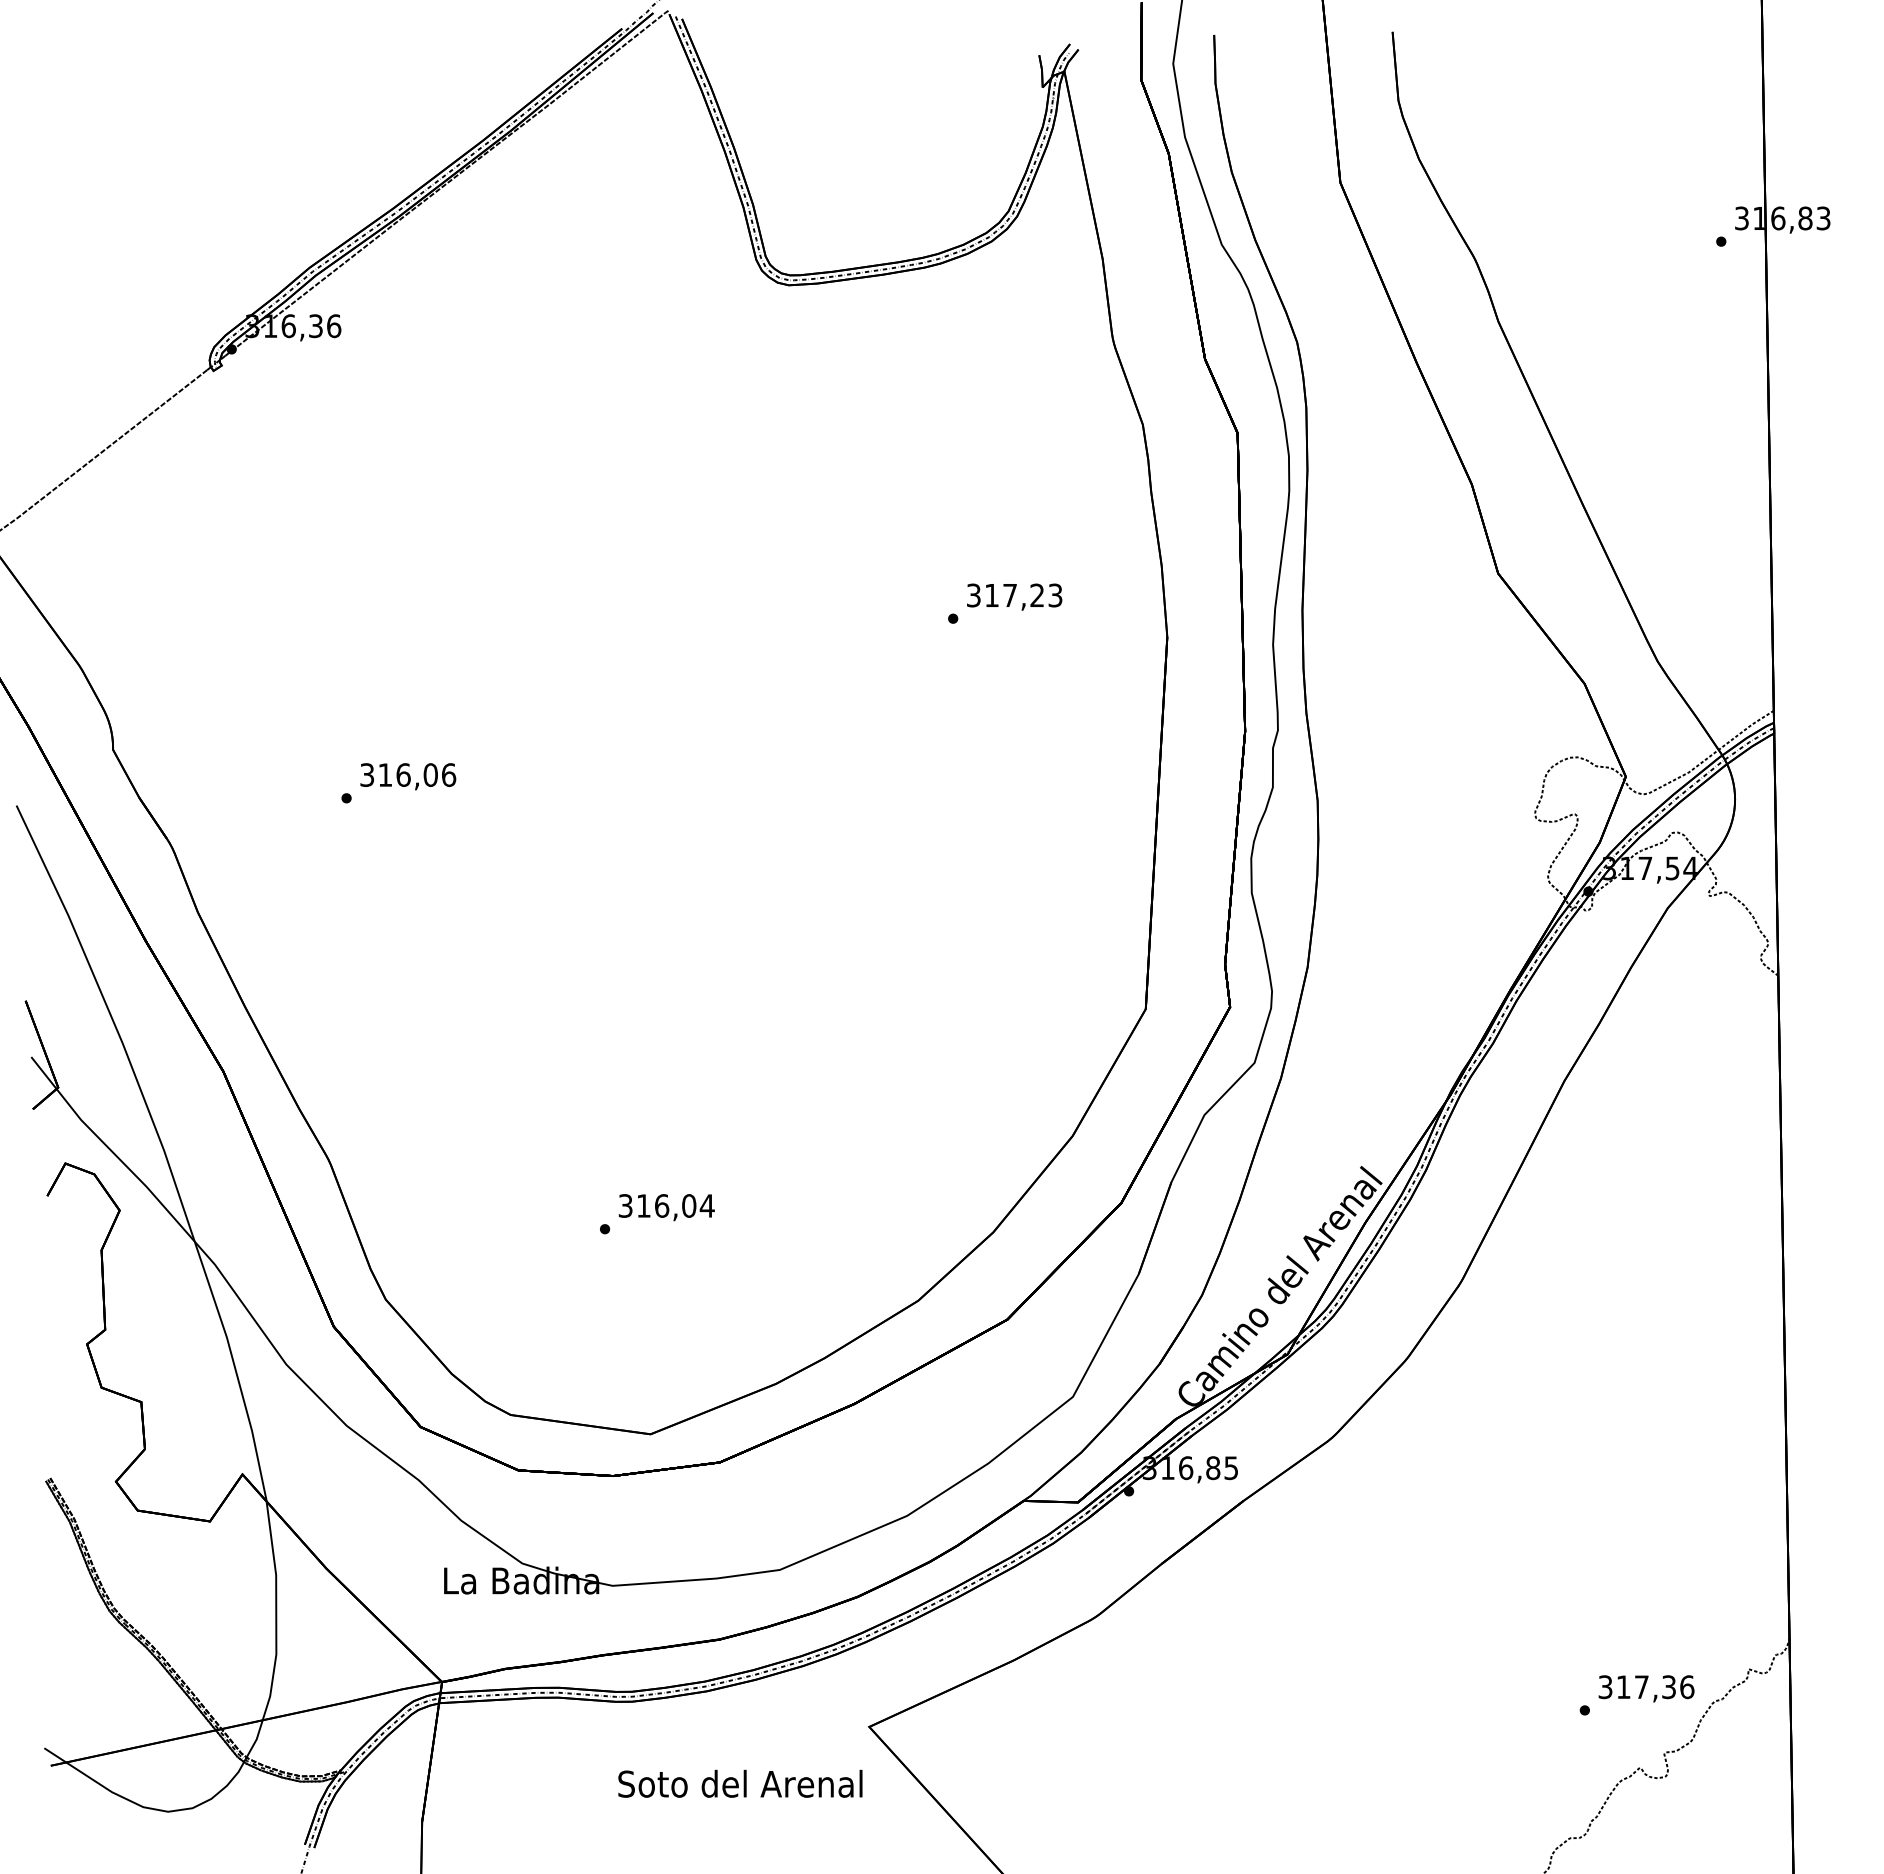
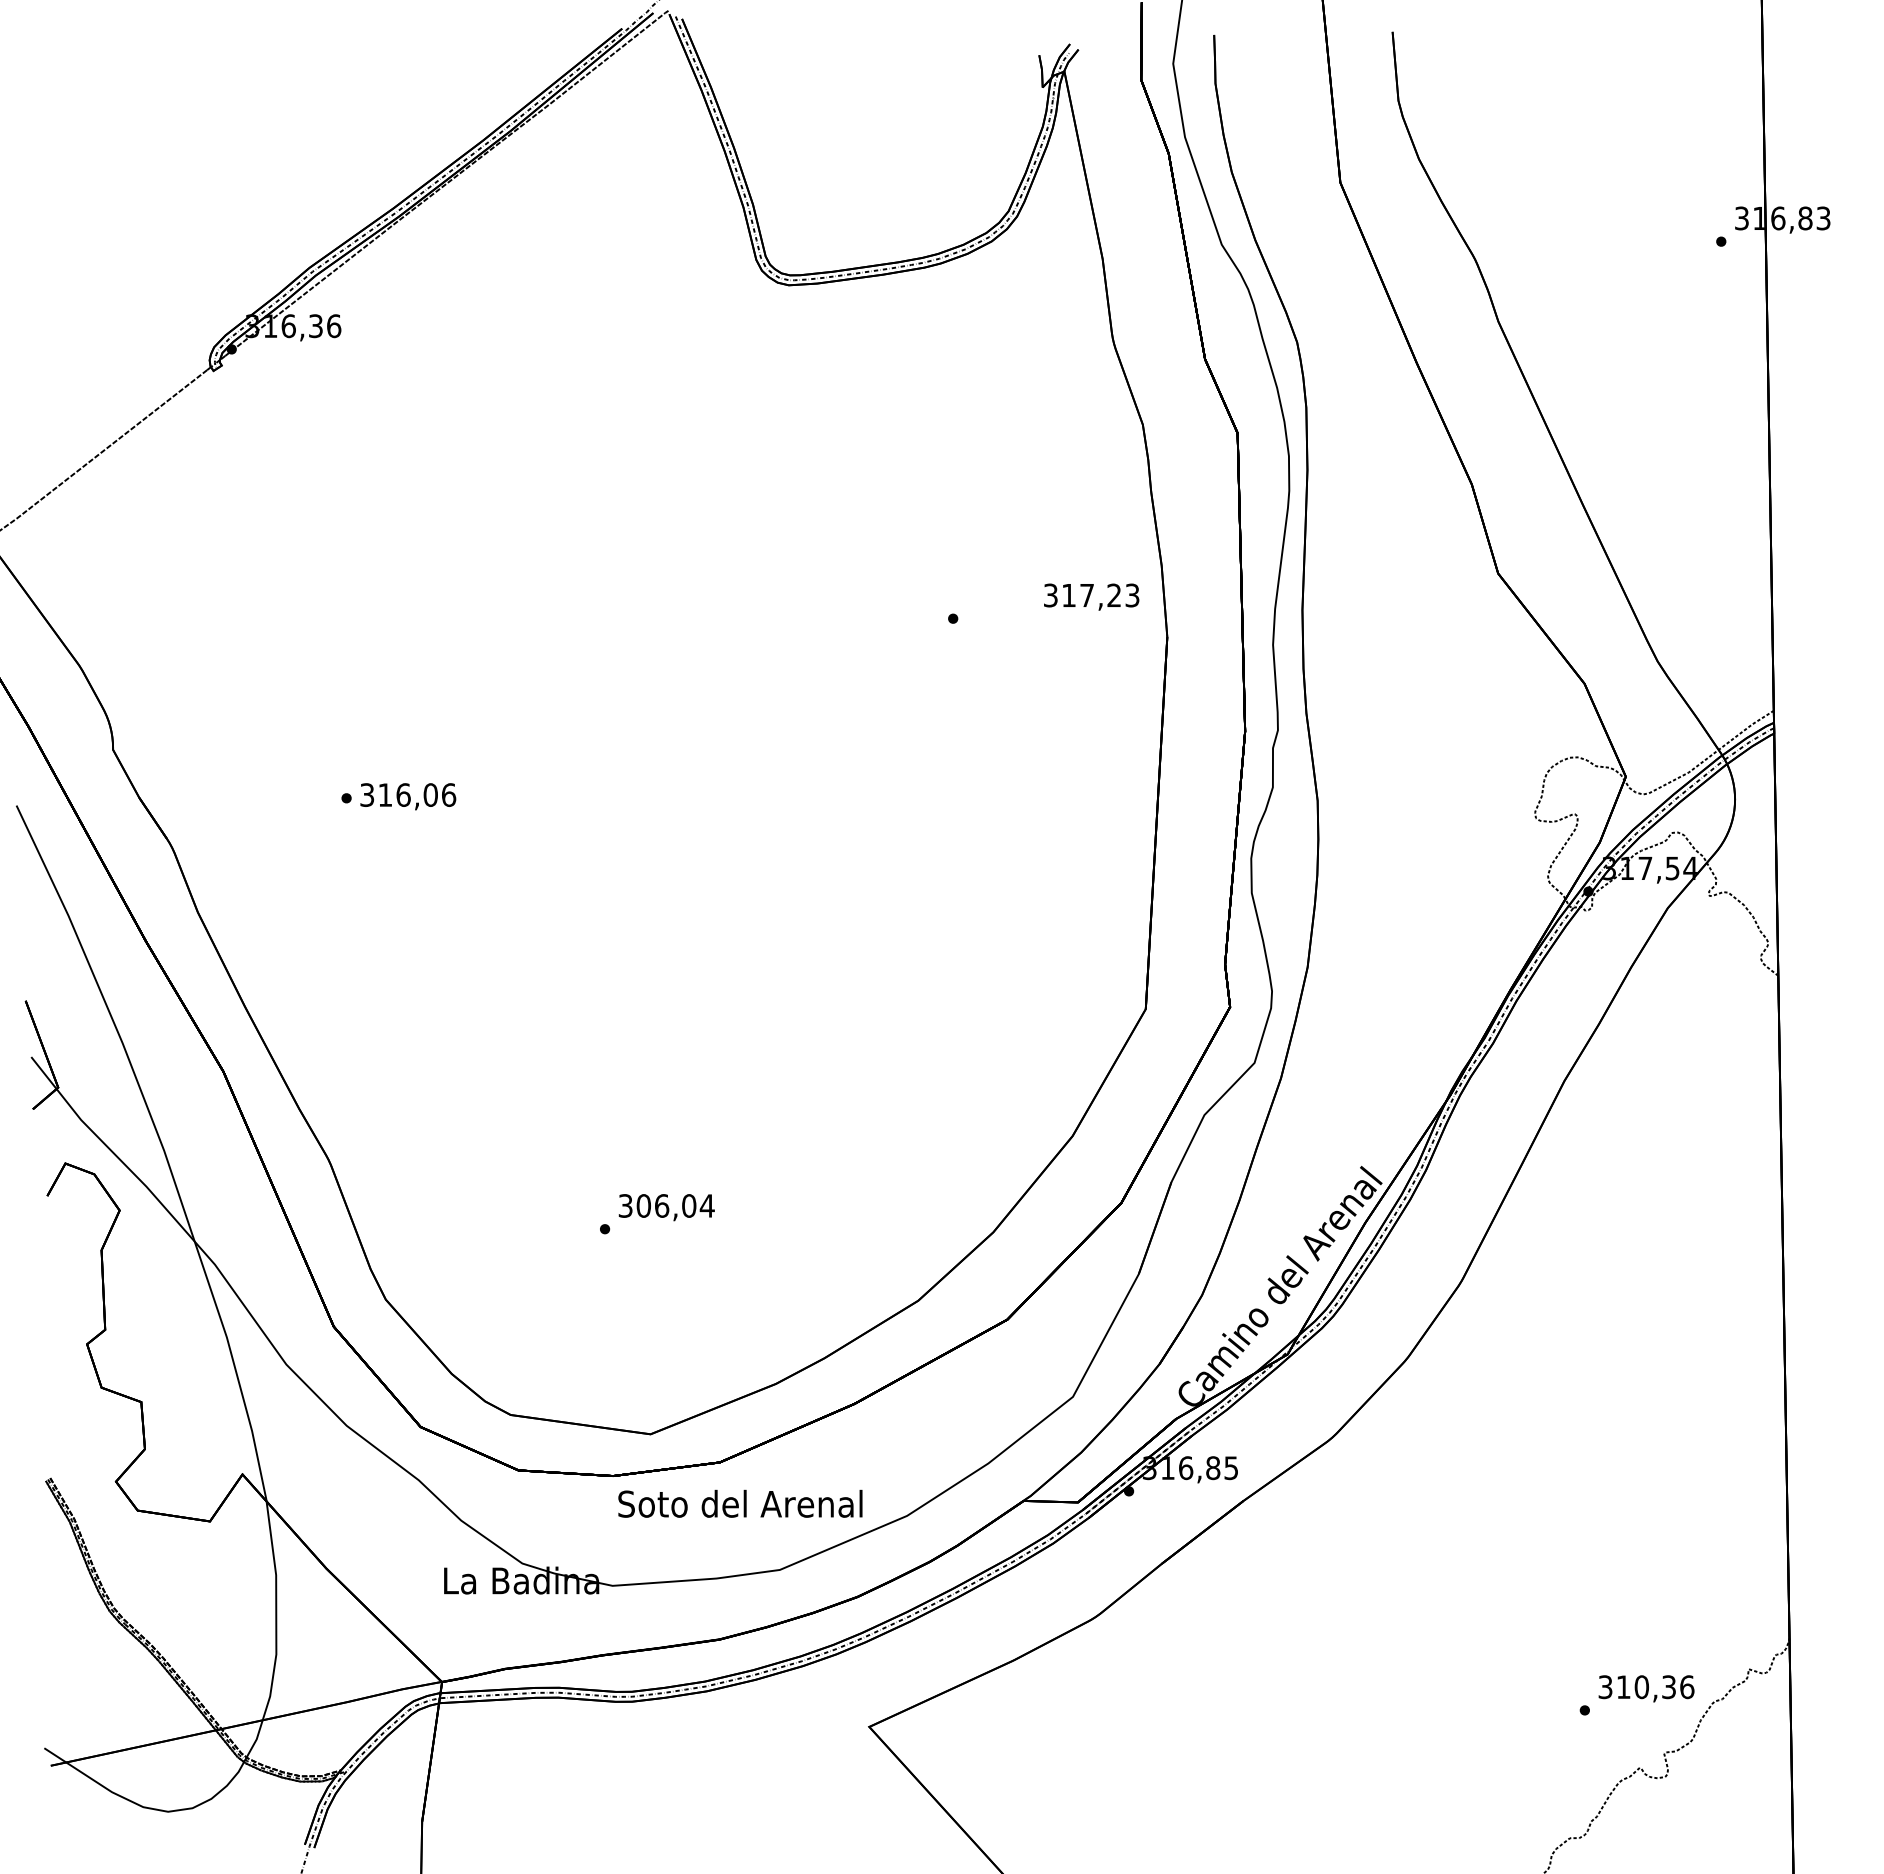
text at (1014, 596) position: (1014, 596) -> (1091, 596)
text at (408, 776) position: (408, 776) -> (408, 796)
text at (643, 1205): 316,04 -> 306,04
text at (1641, 1687): 317,36 -> 310,36
text at (740, 1783) position: (740, 1783) -> (740, 1503)
